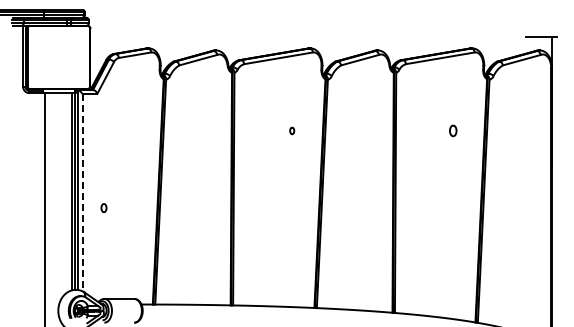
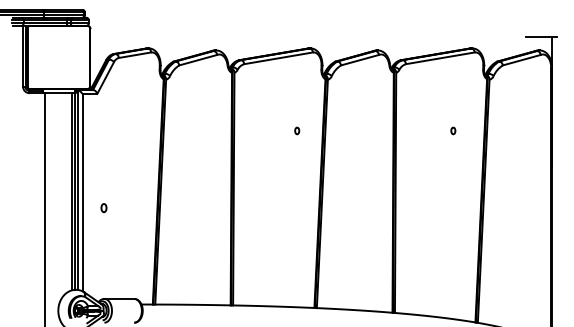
part at (292, 130) position: (292, 130) -> (297, 130)
part at (453, 130) size: 9x14 px -> 7x10 px
line at (82, 192): dashed -> solid
